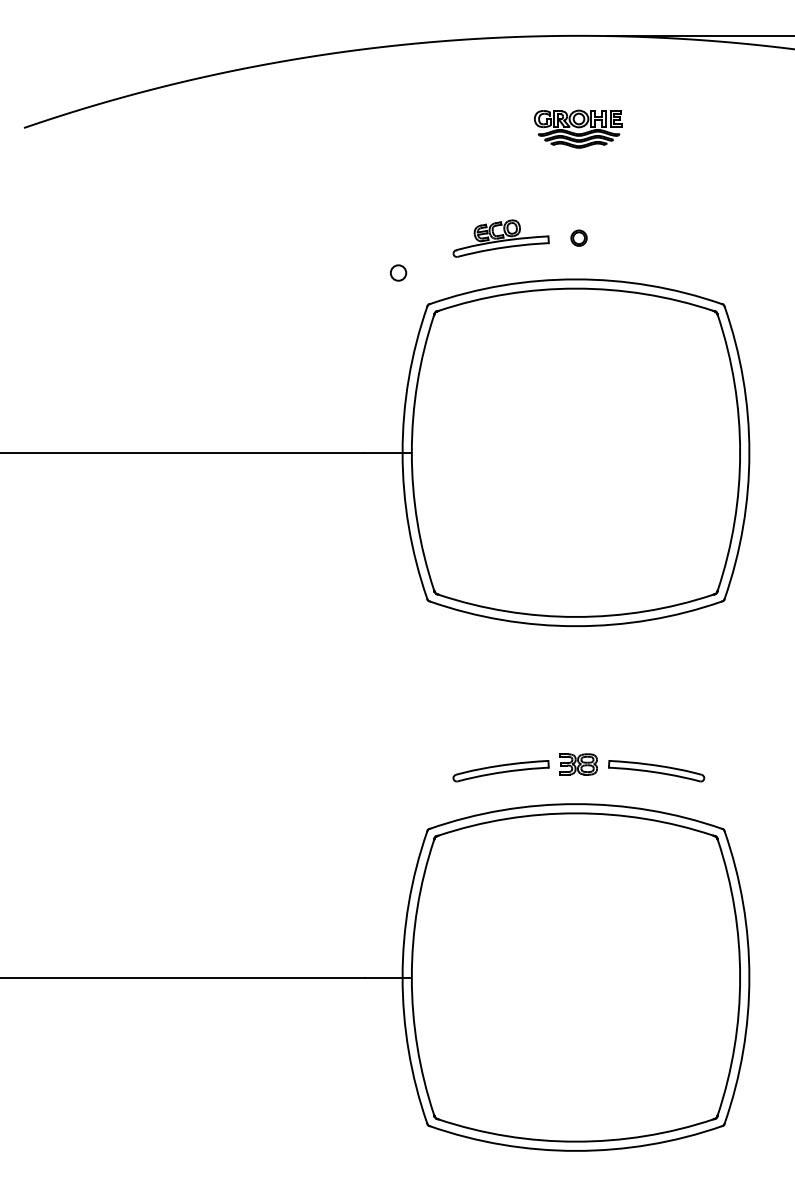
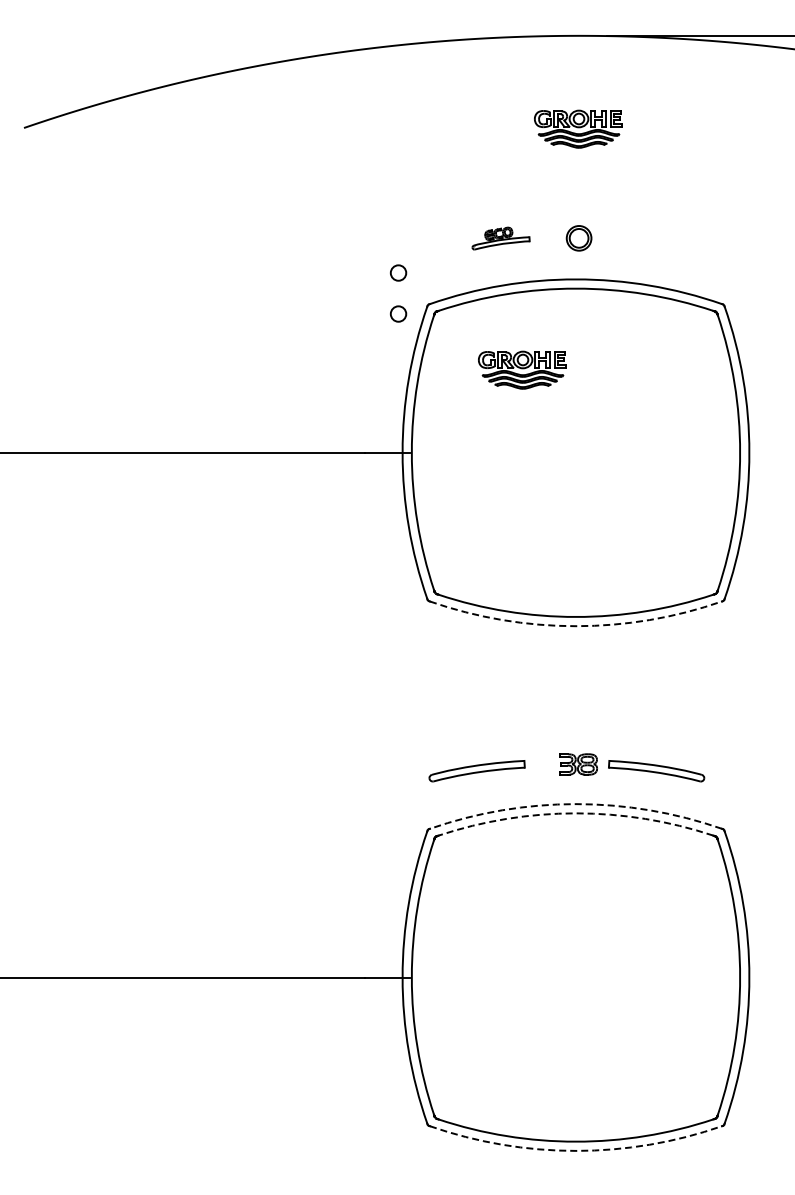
part at (578, 237) size: 18x18 px -> 28x27 px
part at (500, 238) size: 98x39 px -> 60x25 px
circle at (398, 313): none -> present
part at (522, 369): none -> present
arc at (575, 626): solid -> dashed
part at (500, 771) position: (500, 771) -> (476, 771)
arc at (575, 804): solid -> dashed
arc at (575, 813): solid -> dashed
arc at (575, 1150): solid -> dashed
